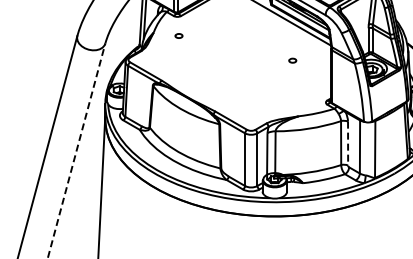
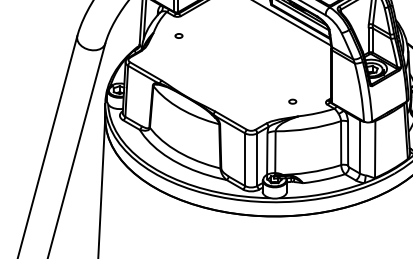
part at (292, 60) position: (292, 60) -> (292, 101)
line at (348, 143): dashed -> solid
line at (76, 150): dashed -> solid
